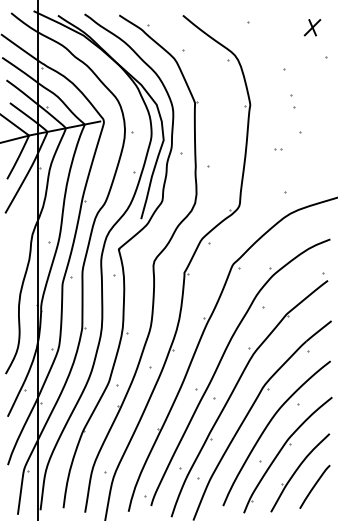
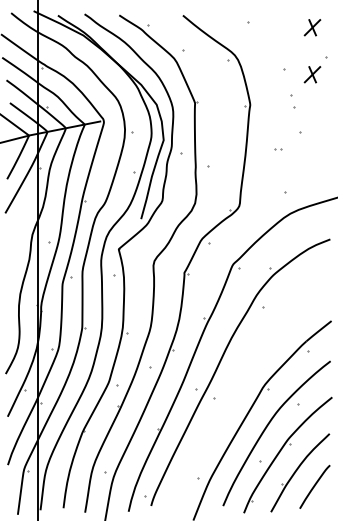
part at (312, 74): none -> present
part at (236, 387): present -> none
